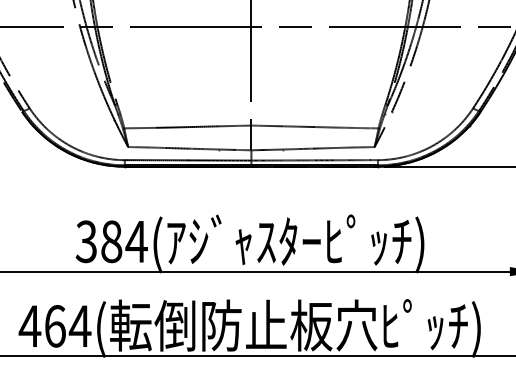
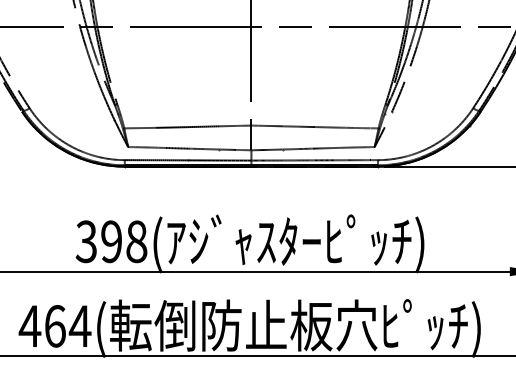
text at (124, 241): 384( -> 398(
